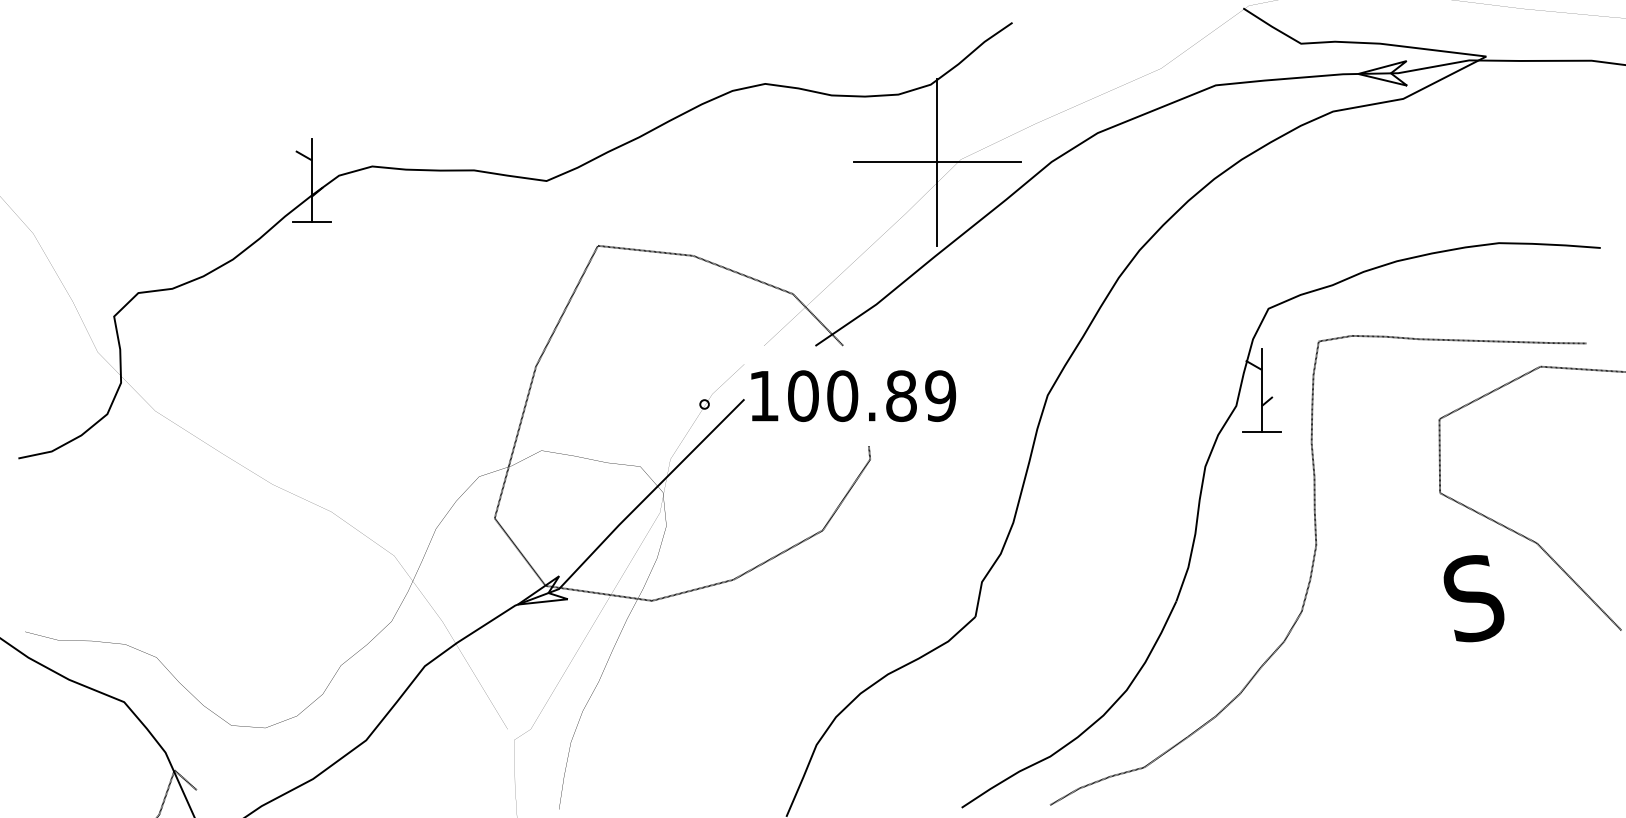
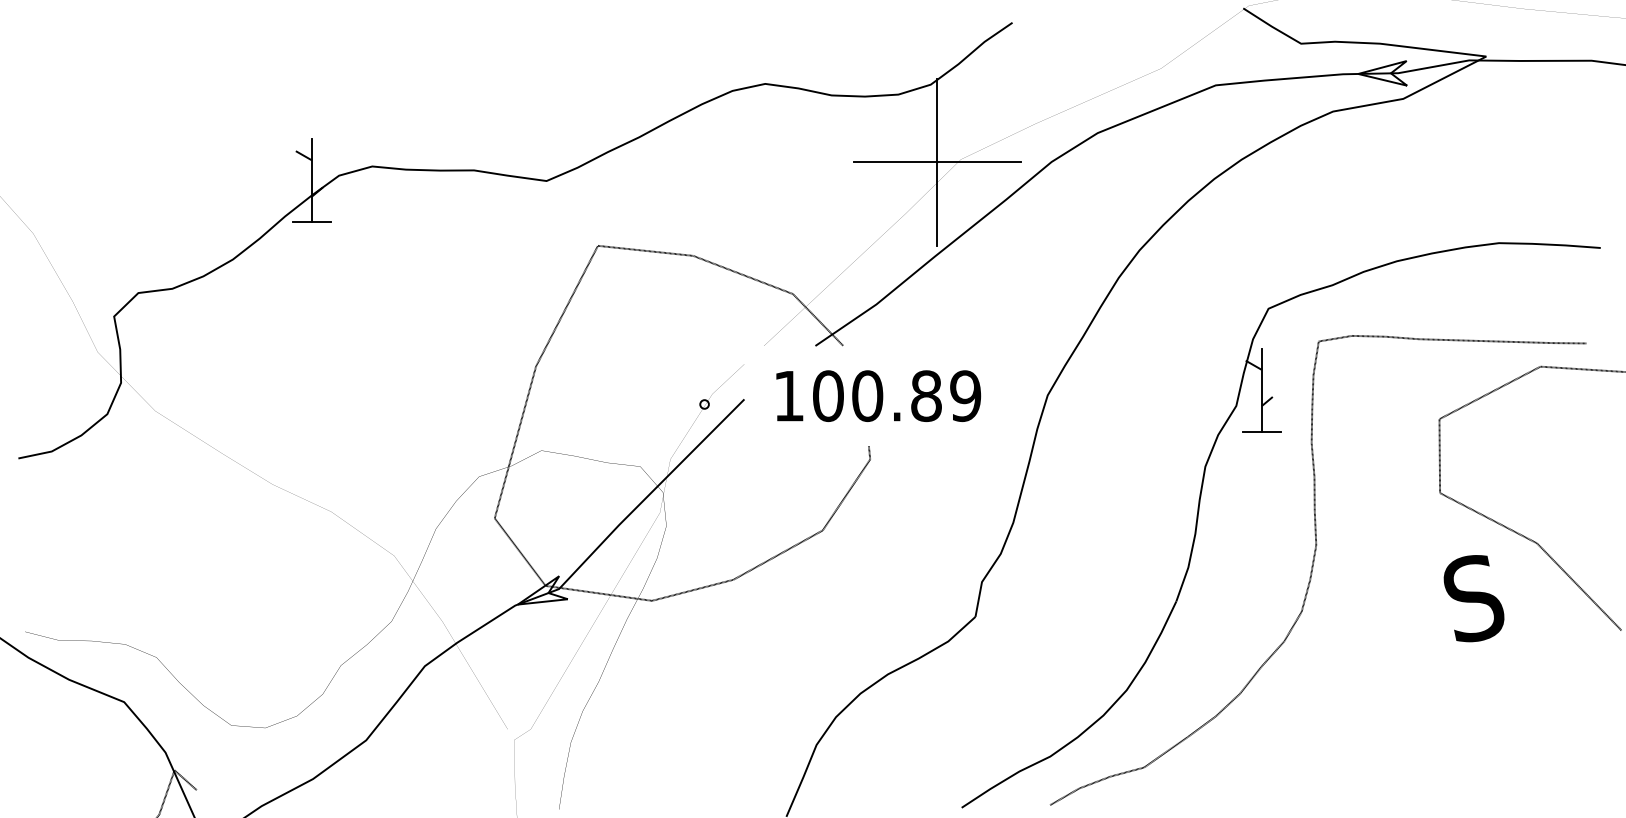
text at (853, 395) position: (853, 395) -> (878, 395)
